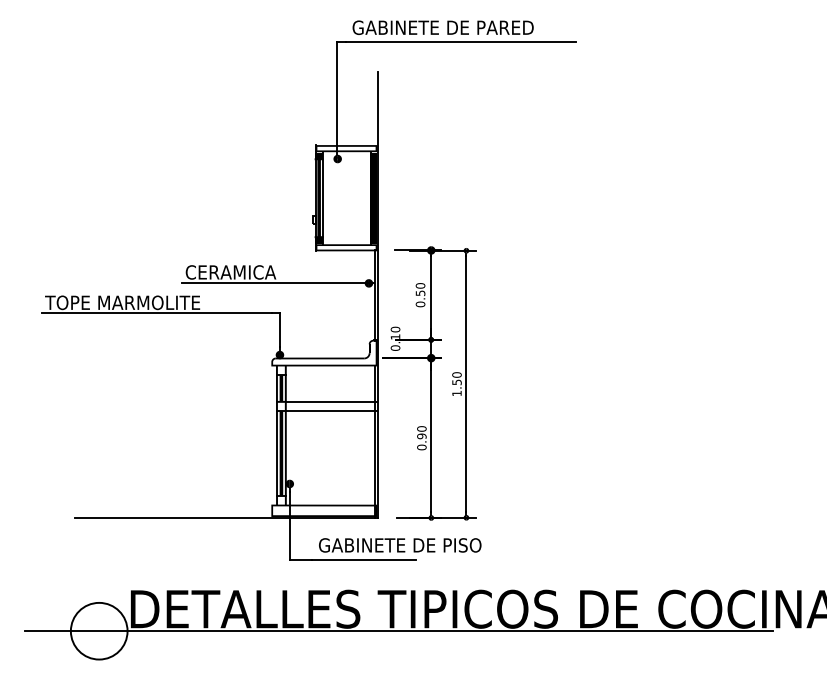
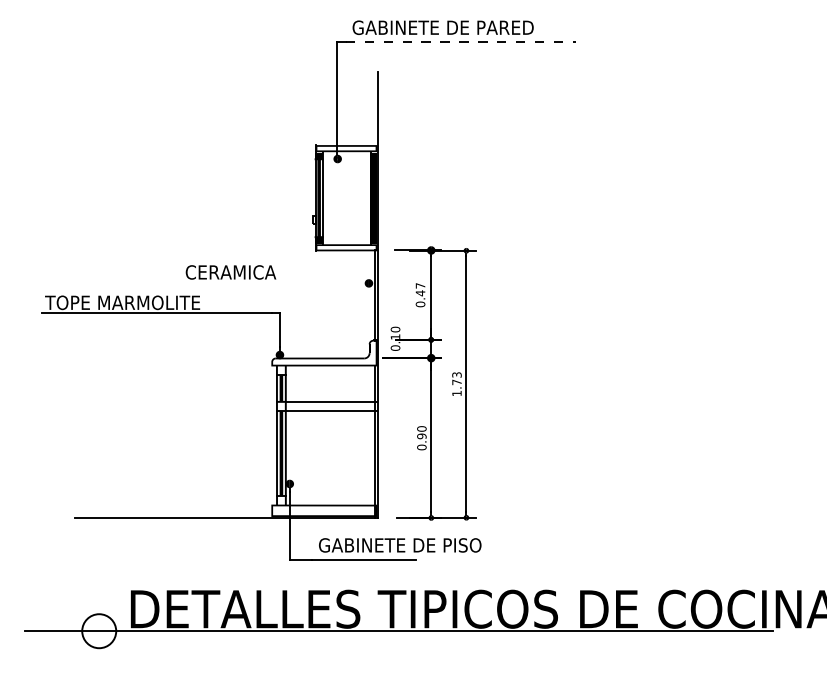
line at (460, 41): solid -> dashed
line at (277, 282): present -> none
text at (420, 289): 0.50 -> 0.47
text at (456, 378): 1.50 -> 1.73
circle at (98, 630) diameter: 57 px -> 34 px
